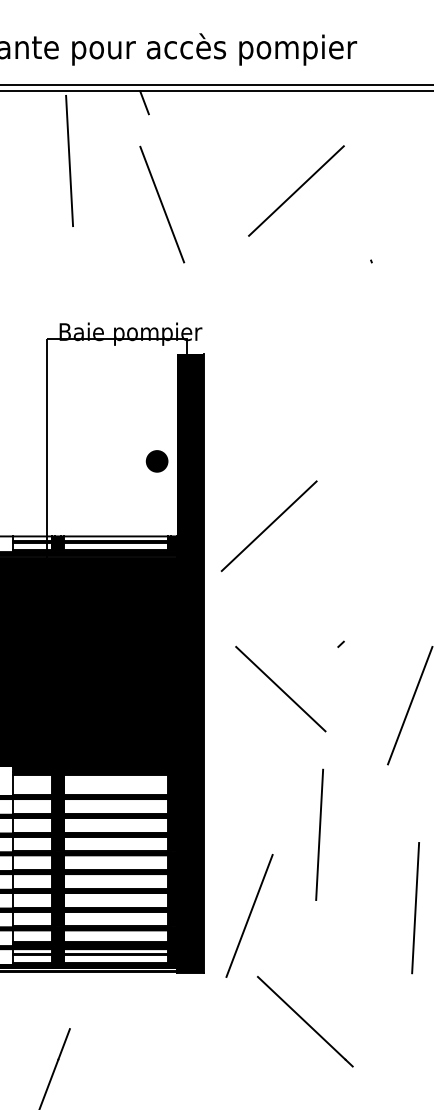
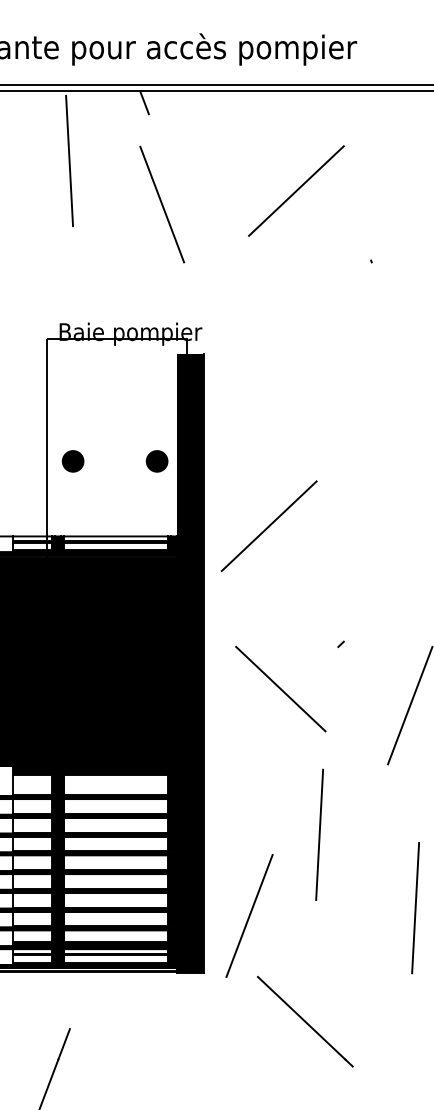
part at (72, 461): none -> present
